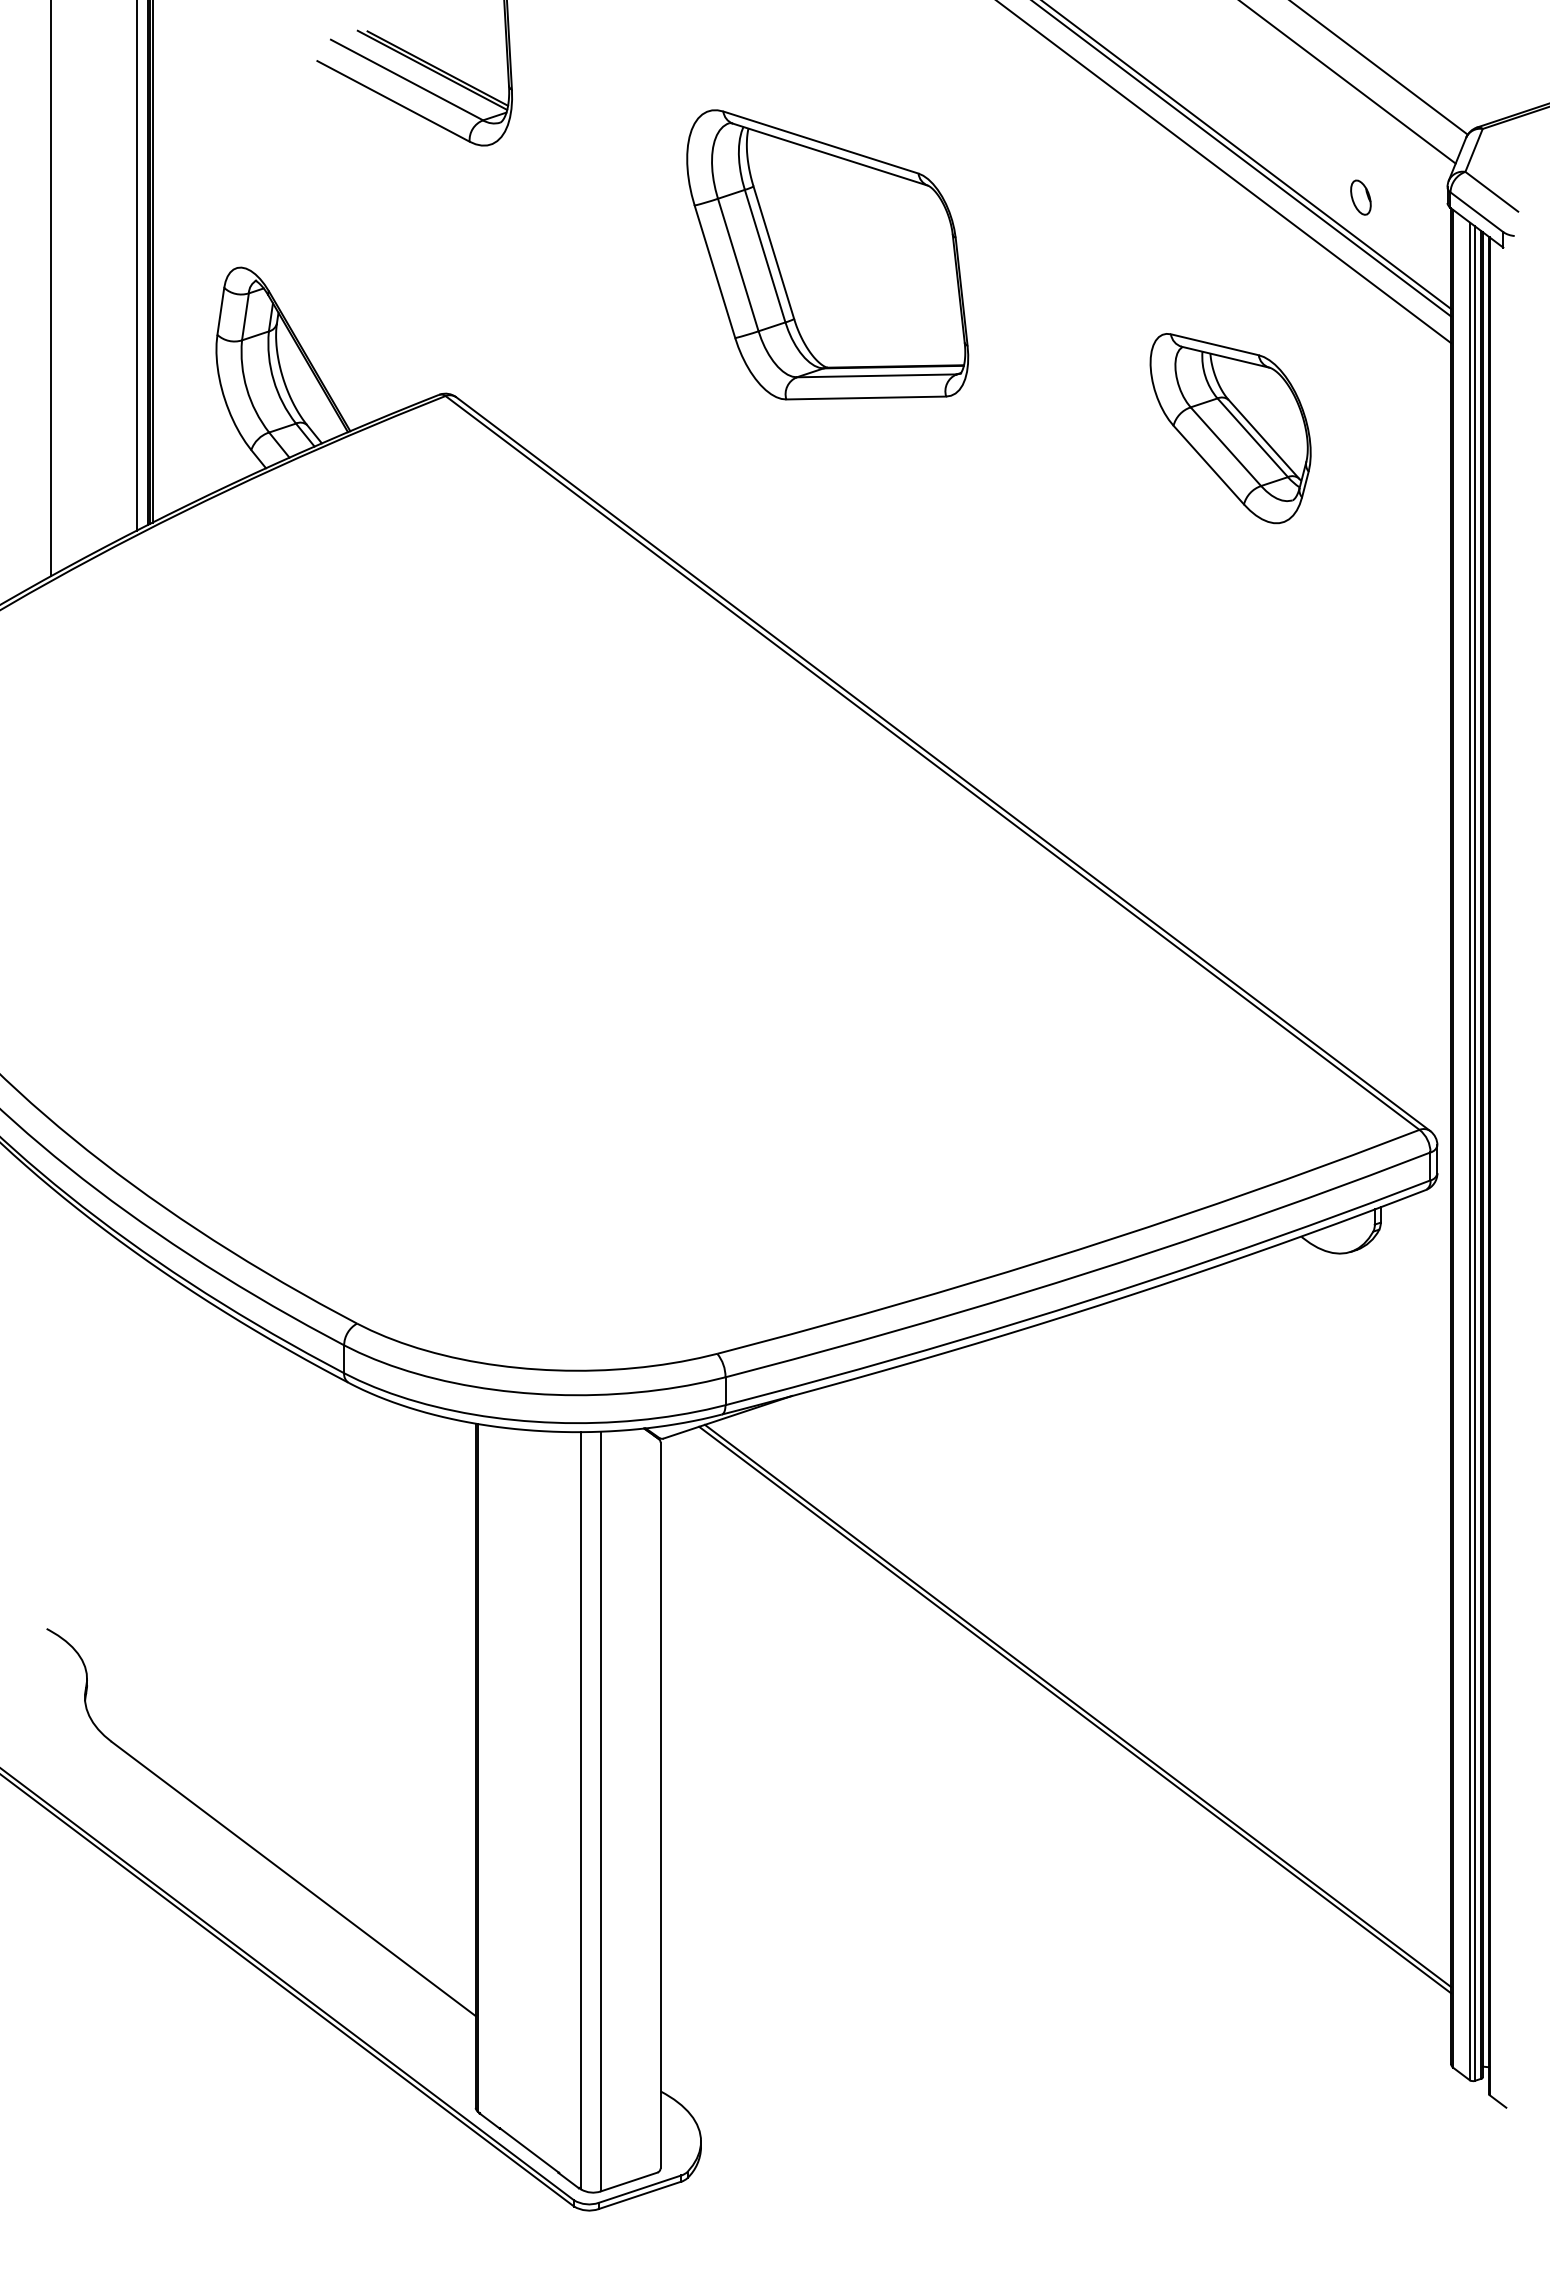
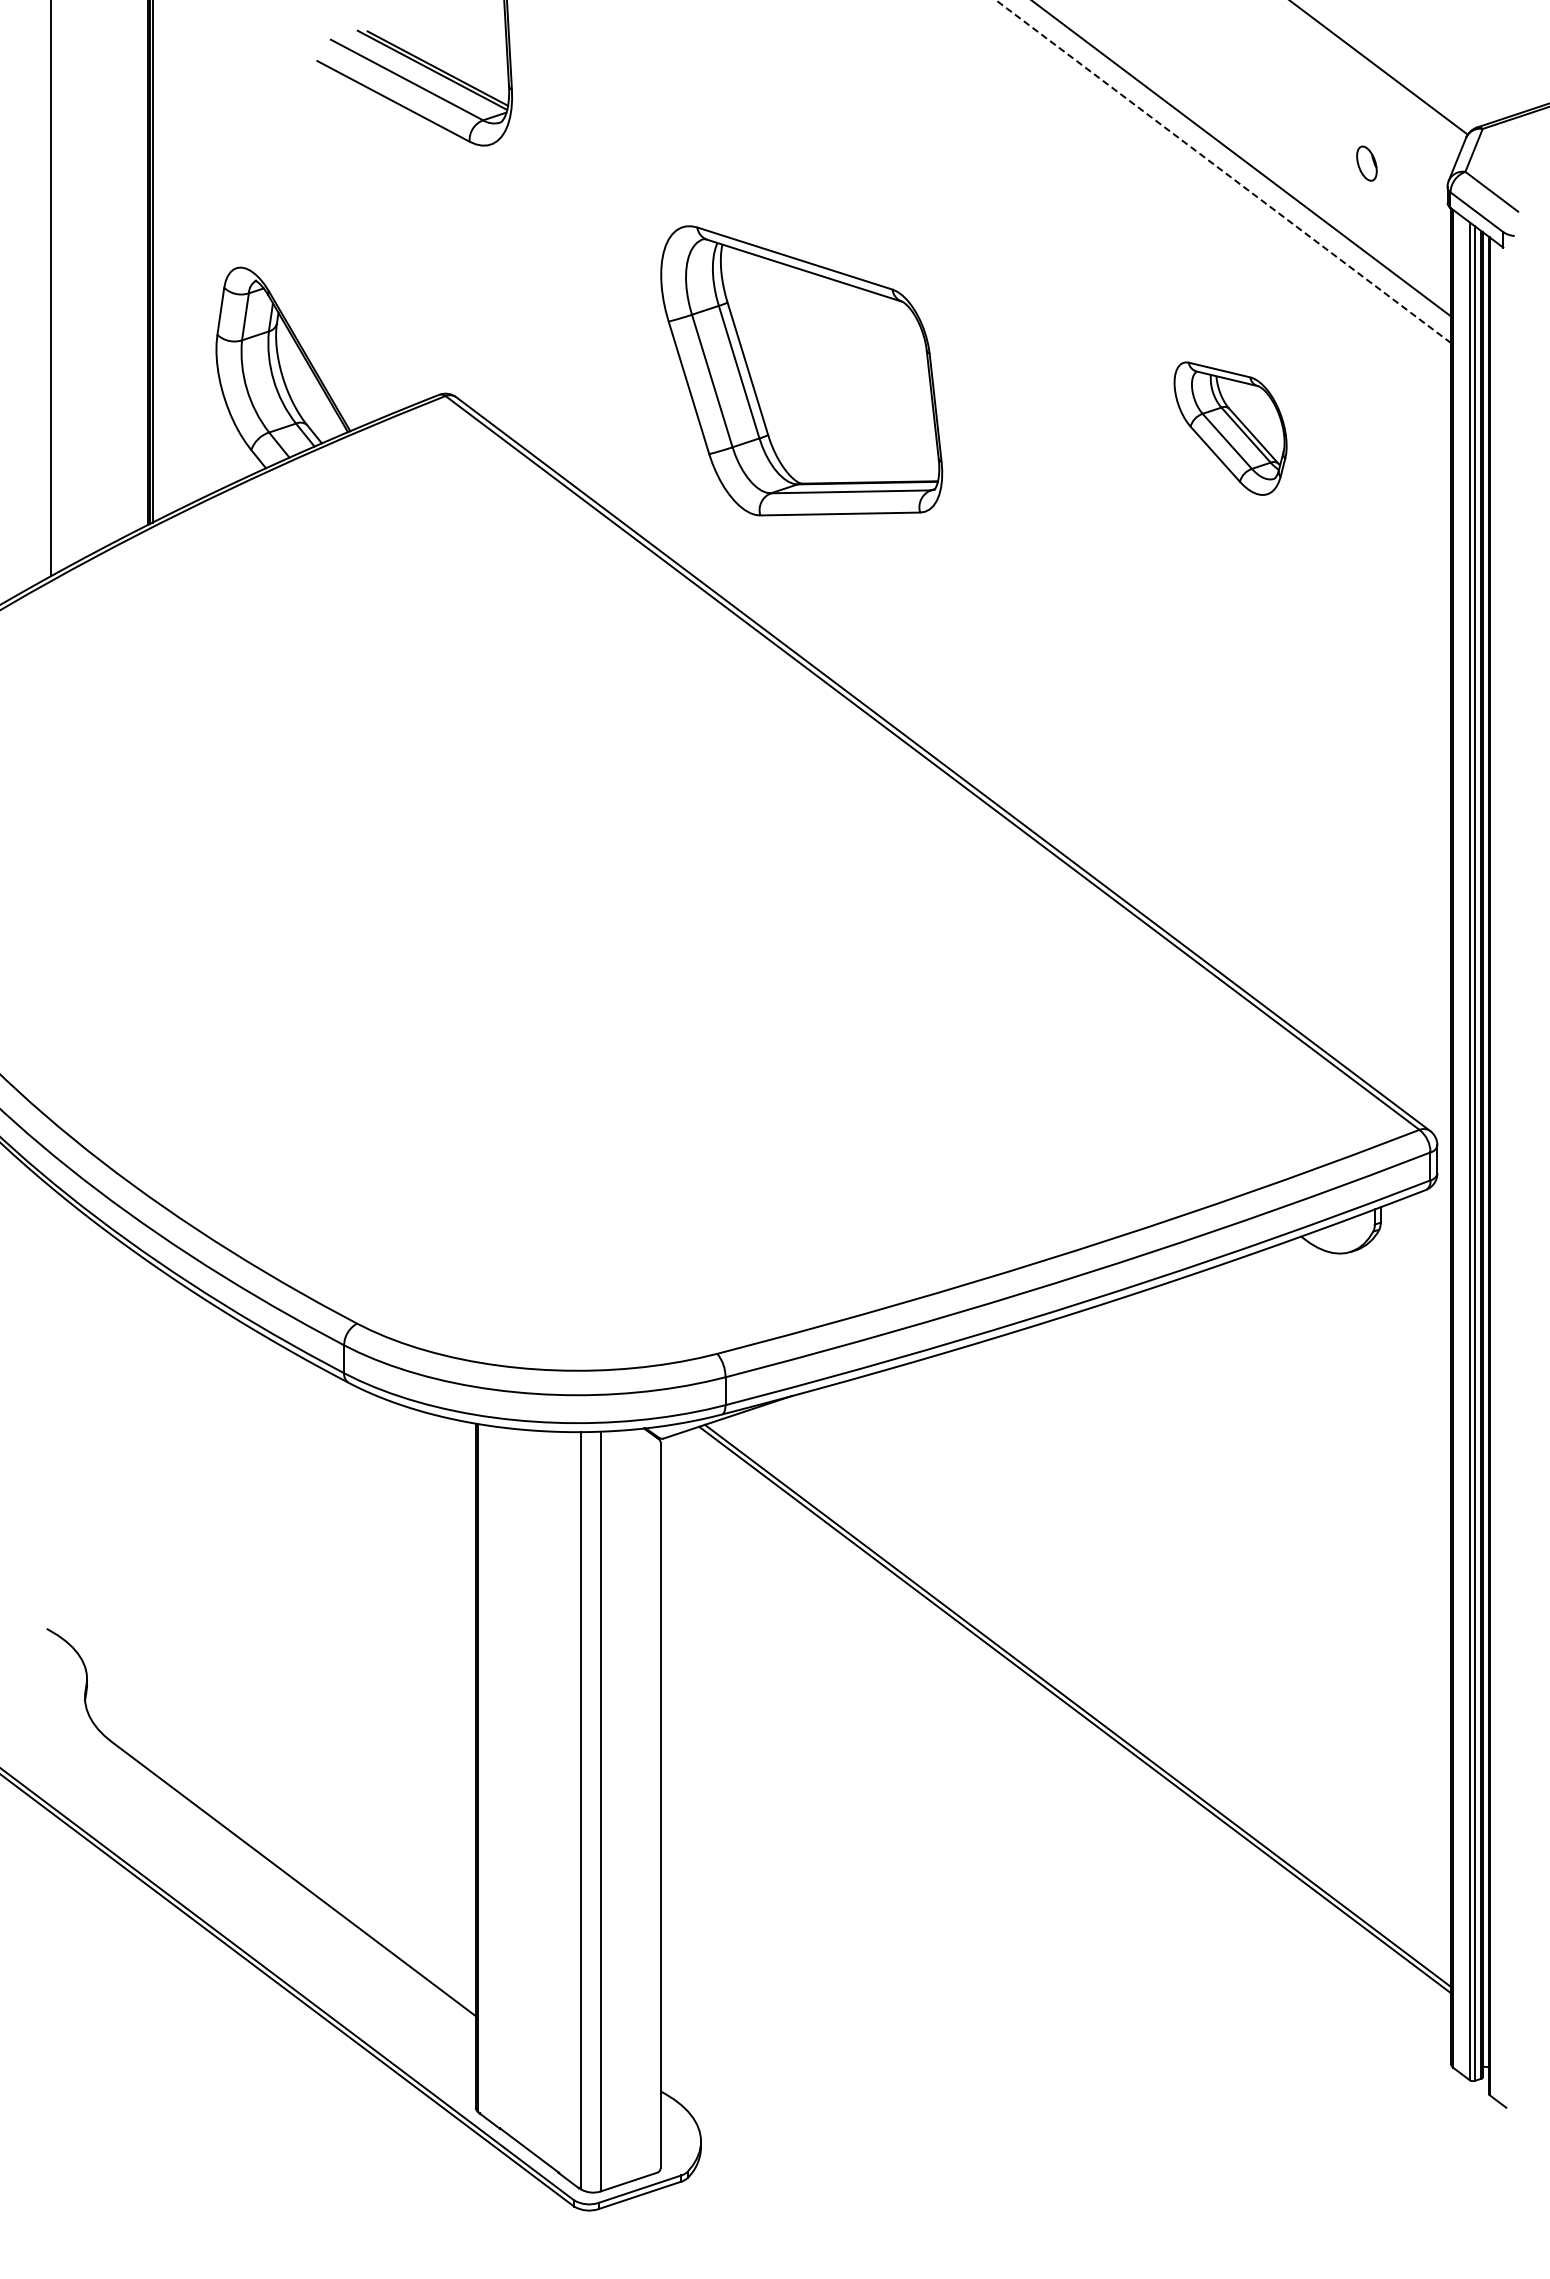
line at (1348, 82): present -> none
line at (1247, 155): present -> none
line at (1223, 171): solid -> dashed
part at (1360, 197) position: (1360, 197) -> (1366, 163)
part at (827, 254) position: (827, 254) -> (801, 370)
line at (137, 266): present -> none
part at (1230, 428) size: 163x192 px -> 115x135 px
